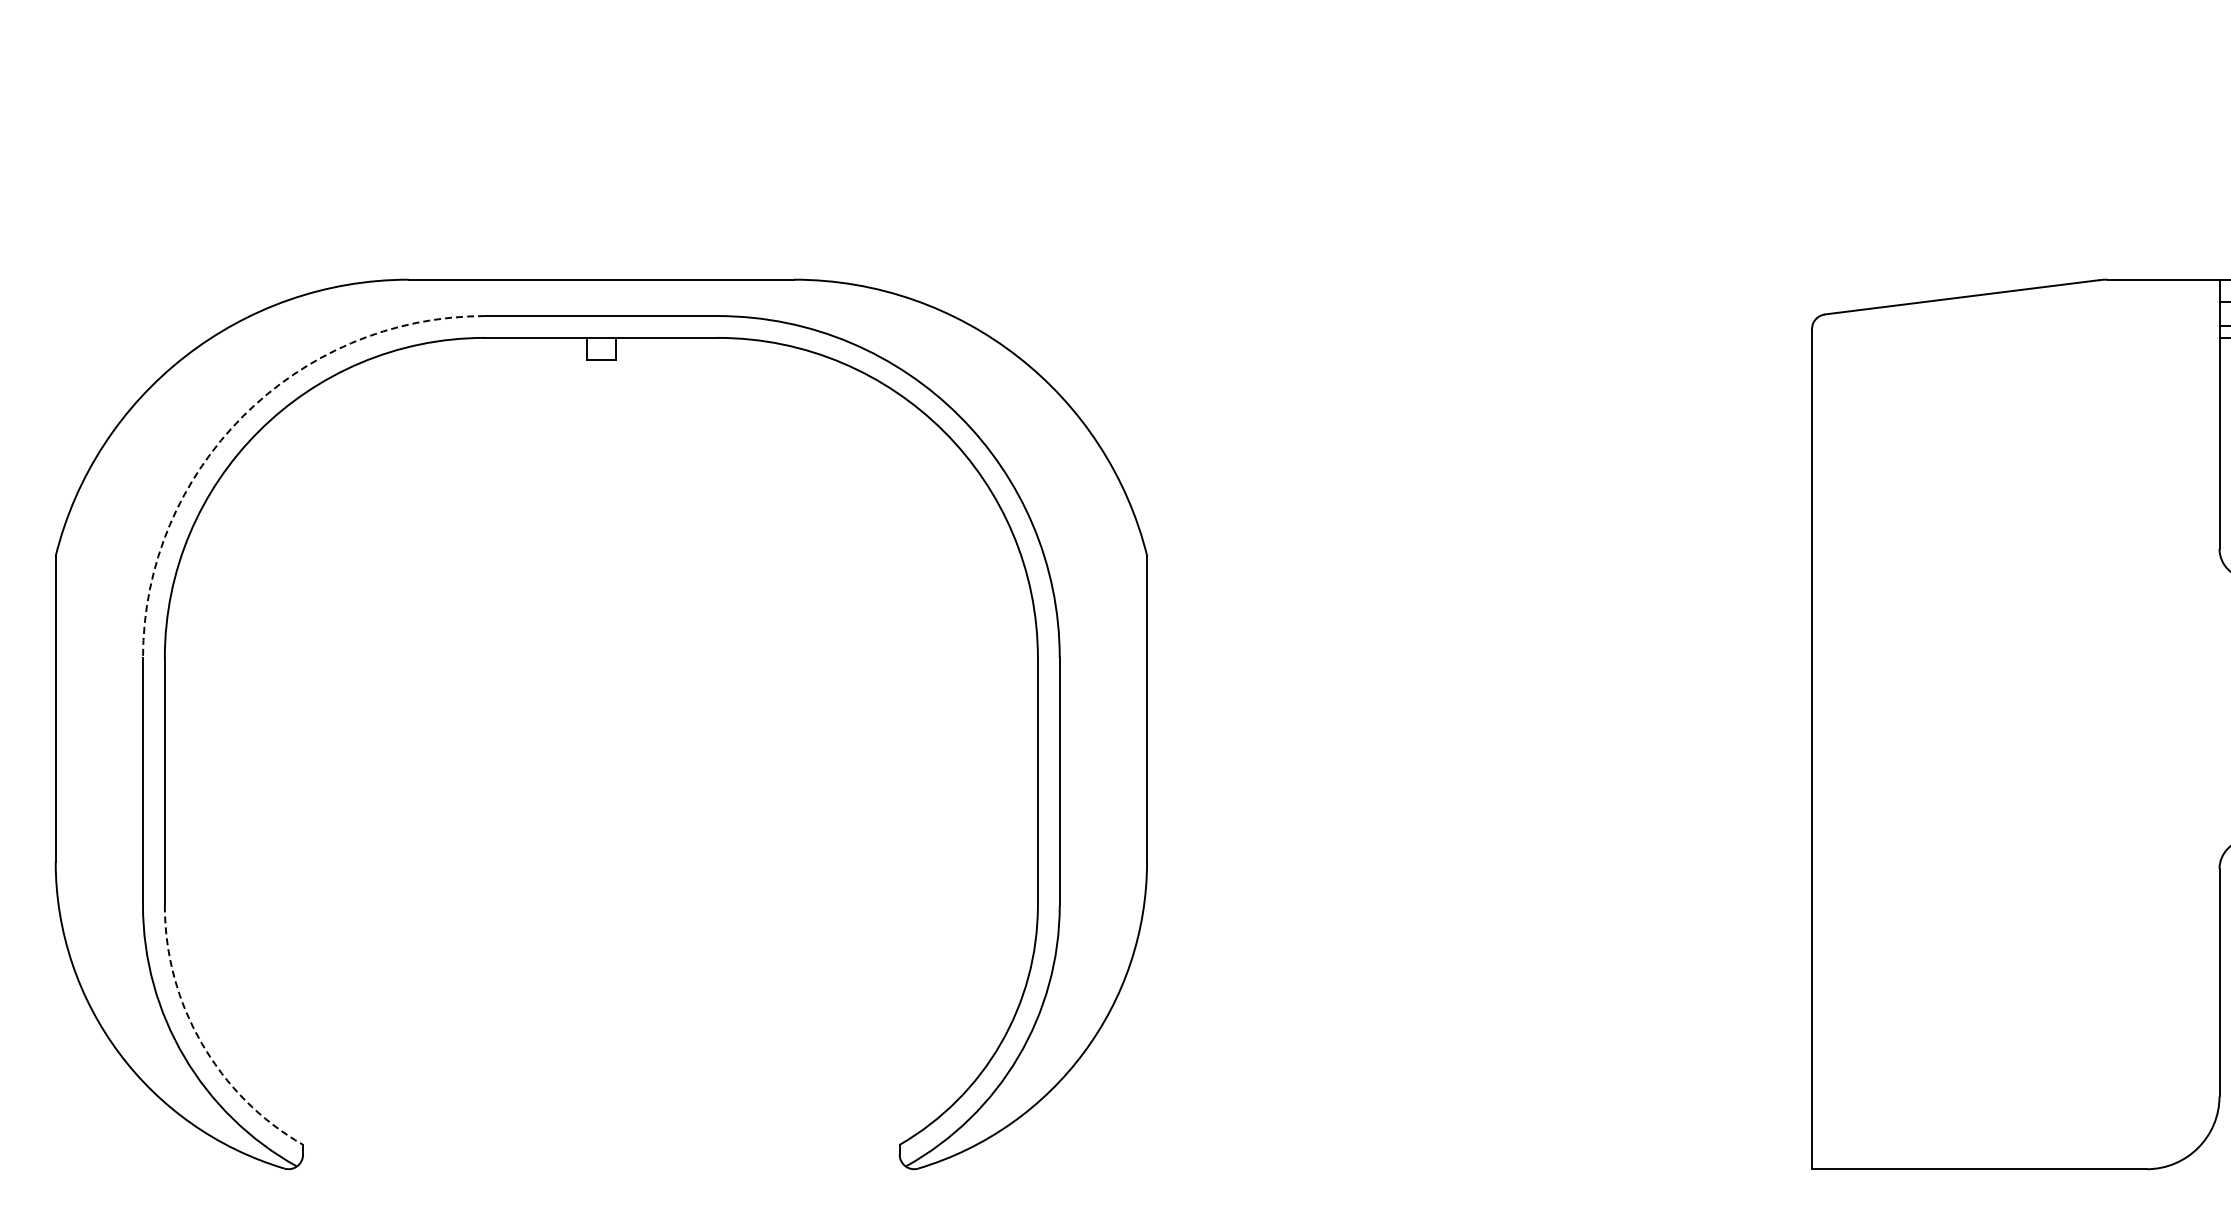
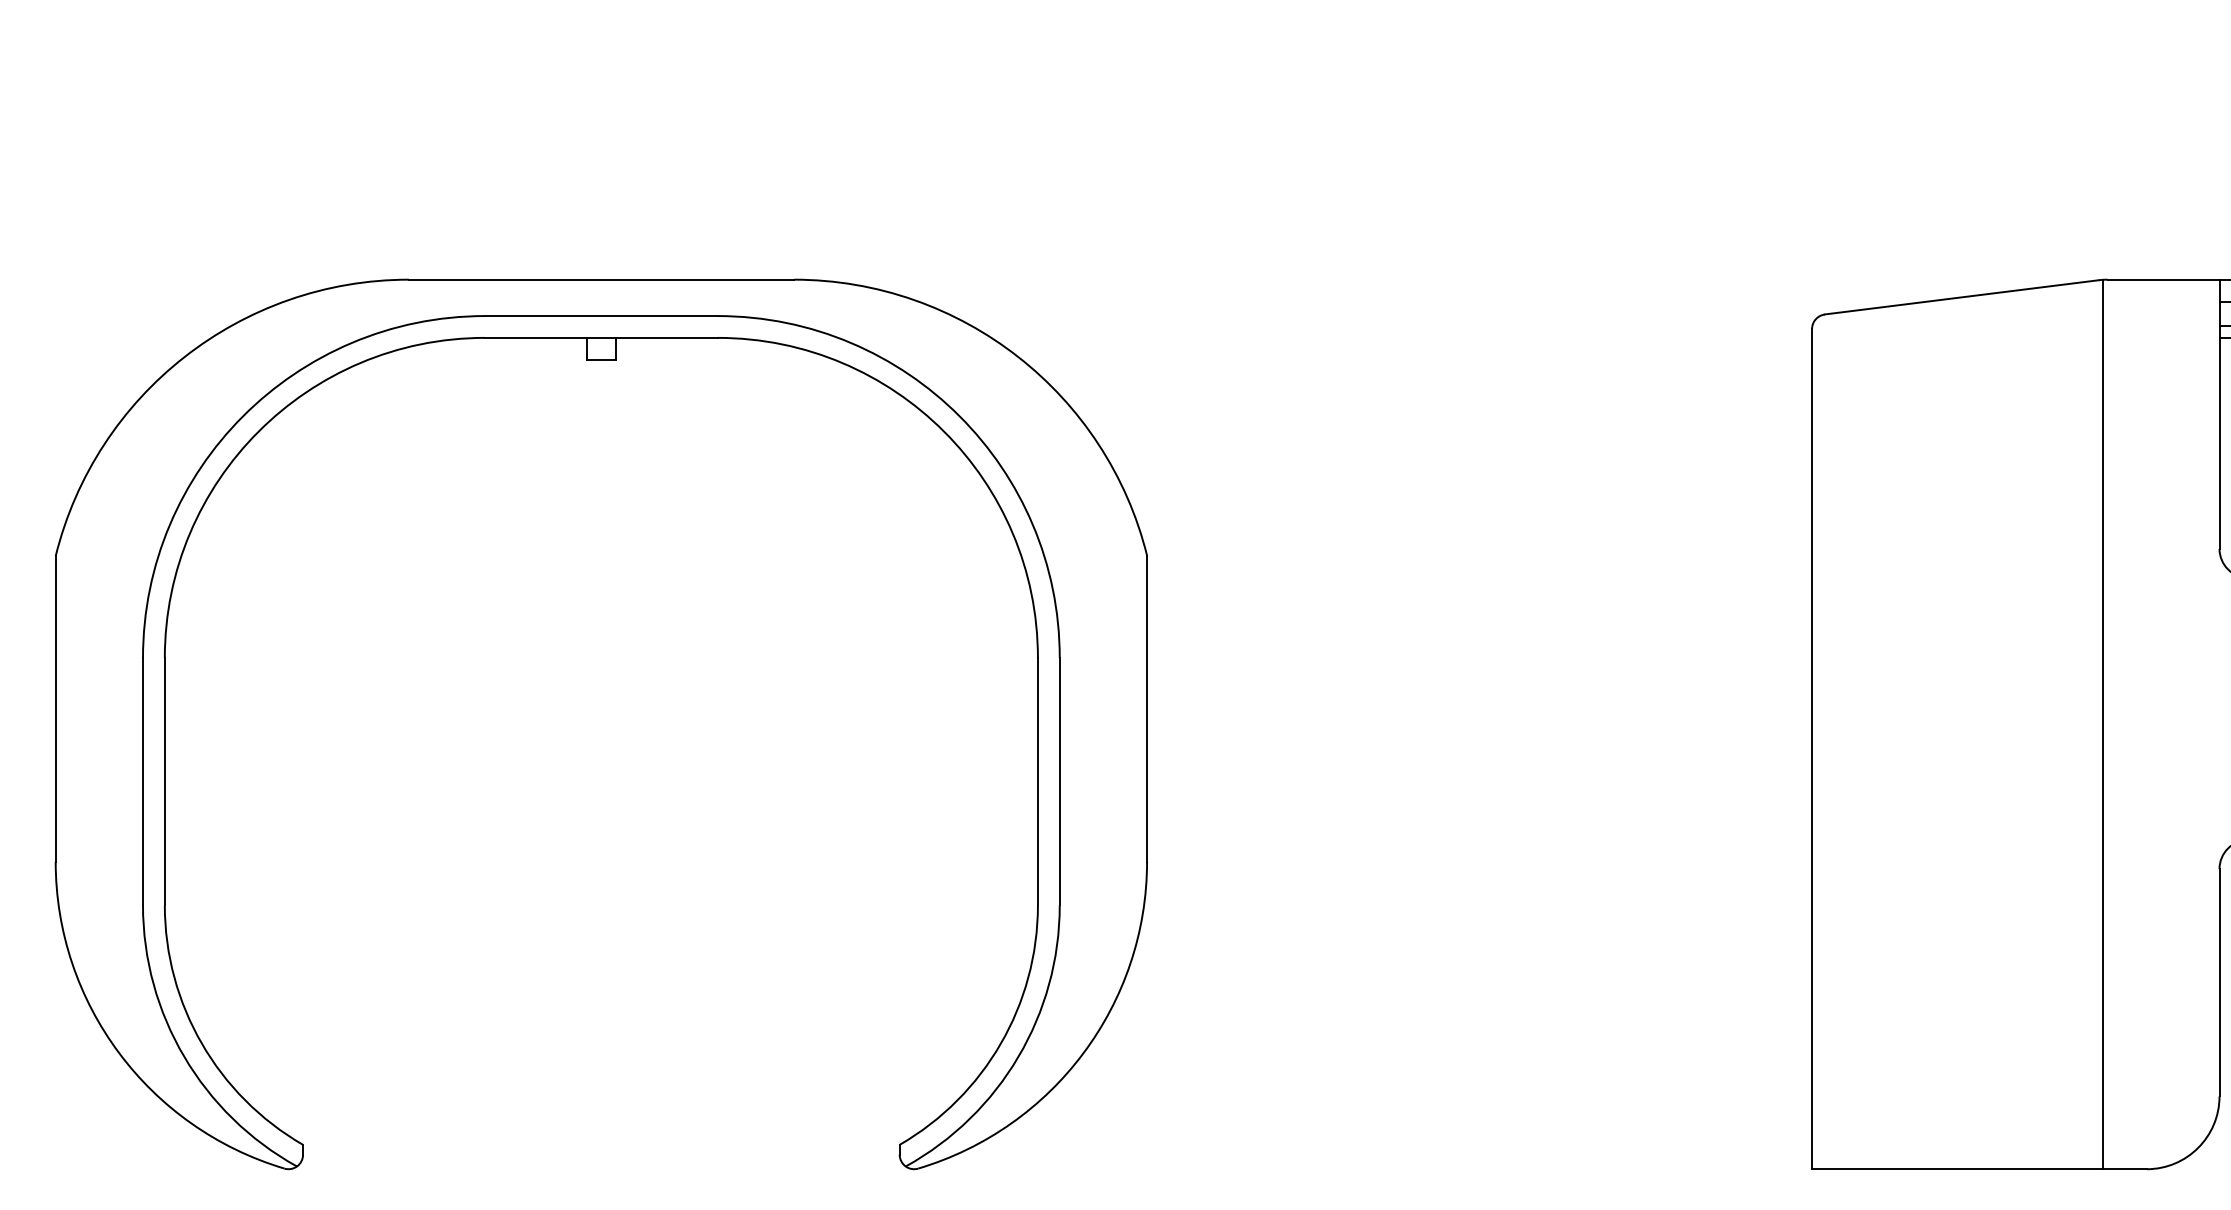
arc at (243, 416): dashed -> solid
line at (2103, 724): none -> present
arc at (201, 1043): dashed -> solid
